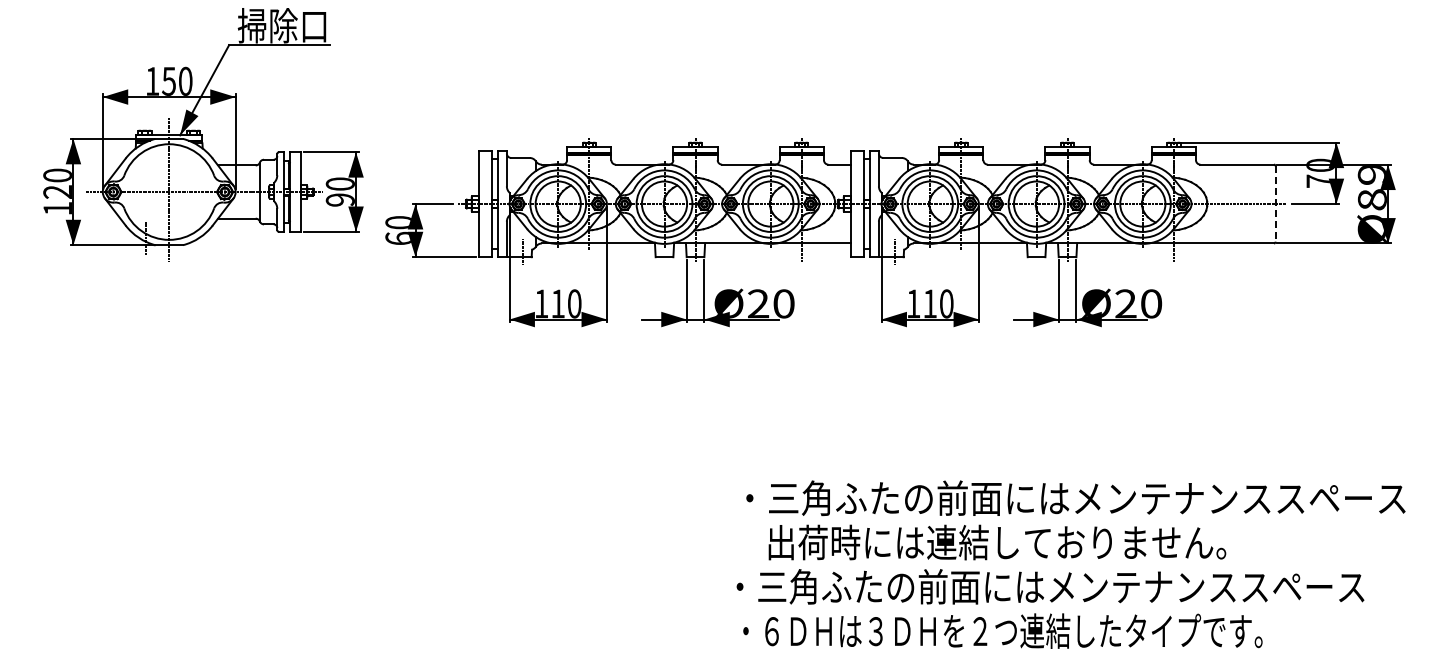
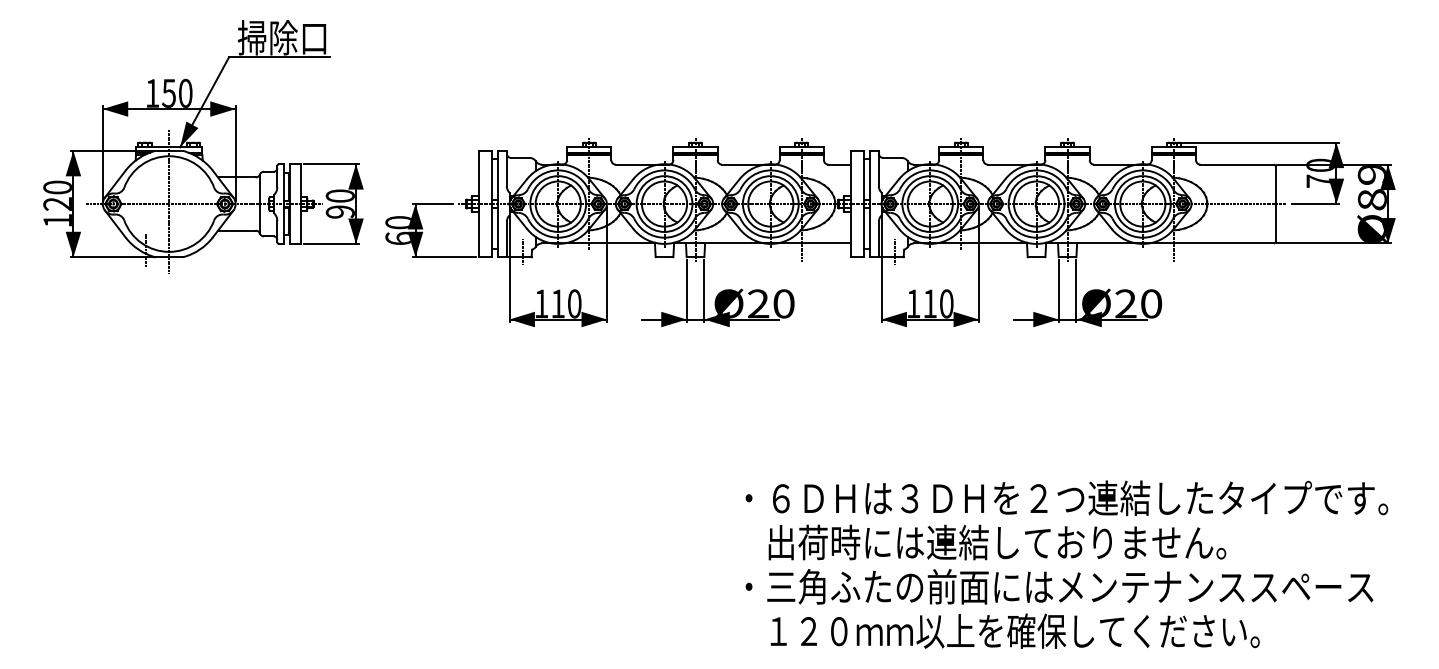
part at (203, 134) position: (203, 134) -> (203, 146)
line at (1275, 204): dashed -> solid
text at (1075, 498): ・三角ふたの前面にはメンテナンススペース -> ・６ＤＨは３ＤＨを２つ連結したタイプです。
text at (1050, 586) position: (1050, 586) -> (1059, 586)
text at (1002, 630): ・６ＤＨは３ＤＨを２つ連結したタイプです。 -> １２０ｍｍ以上を確保してください。
